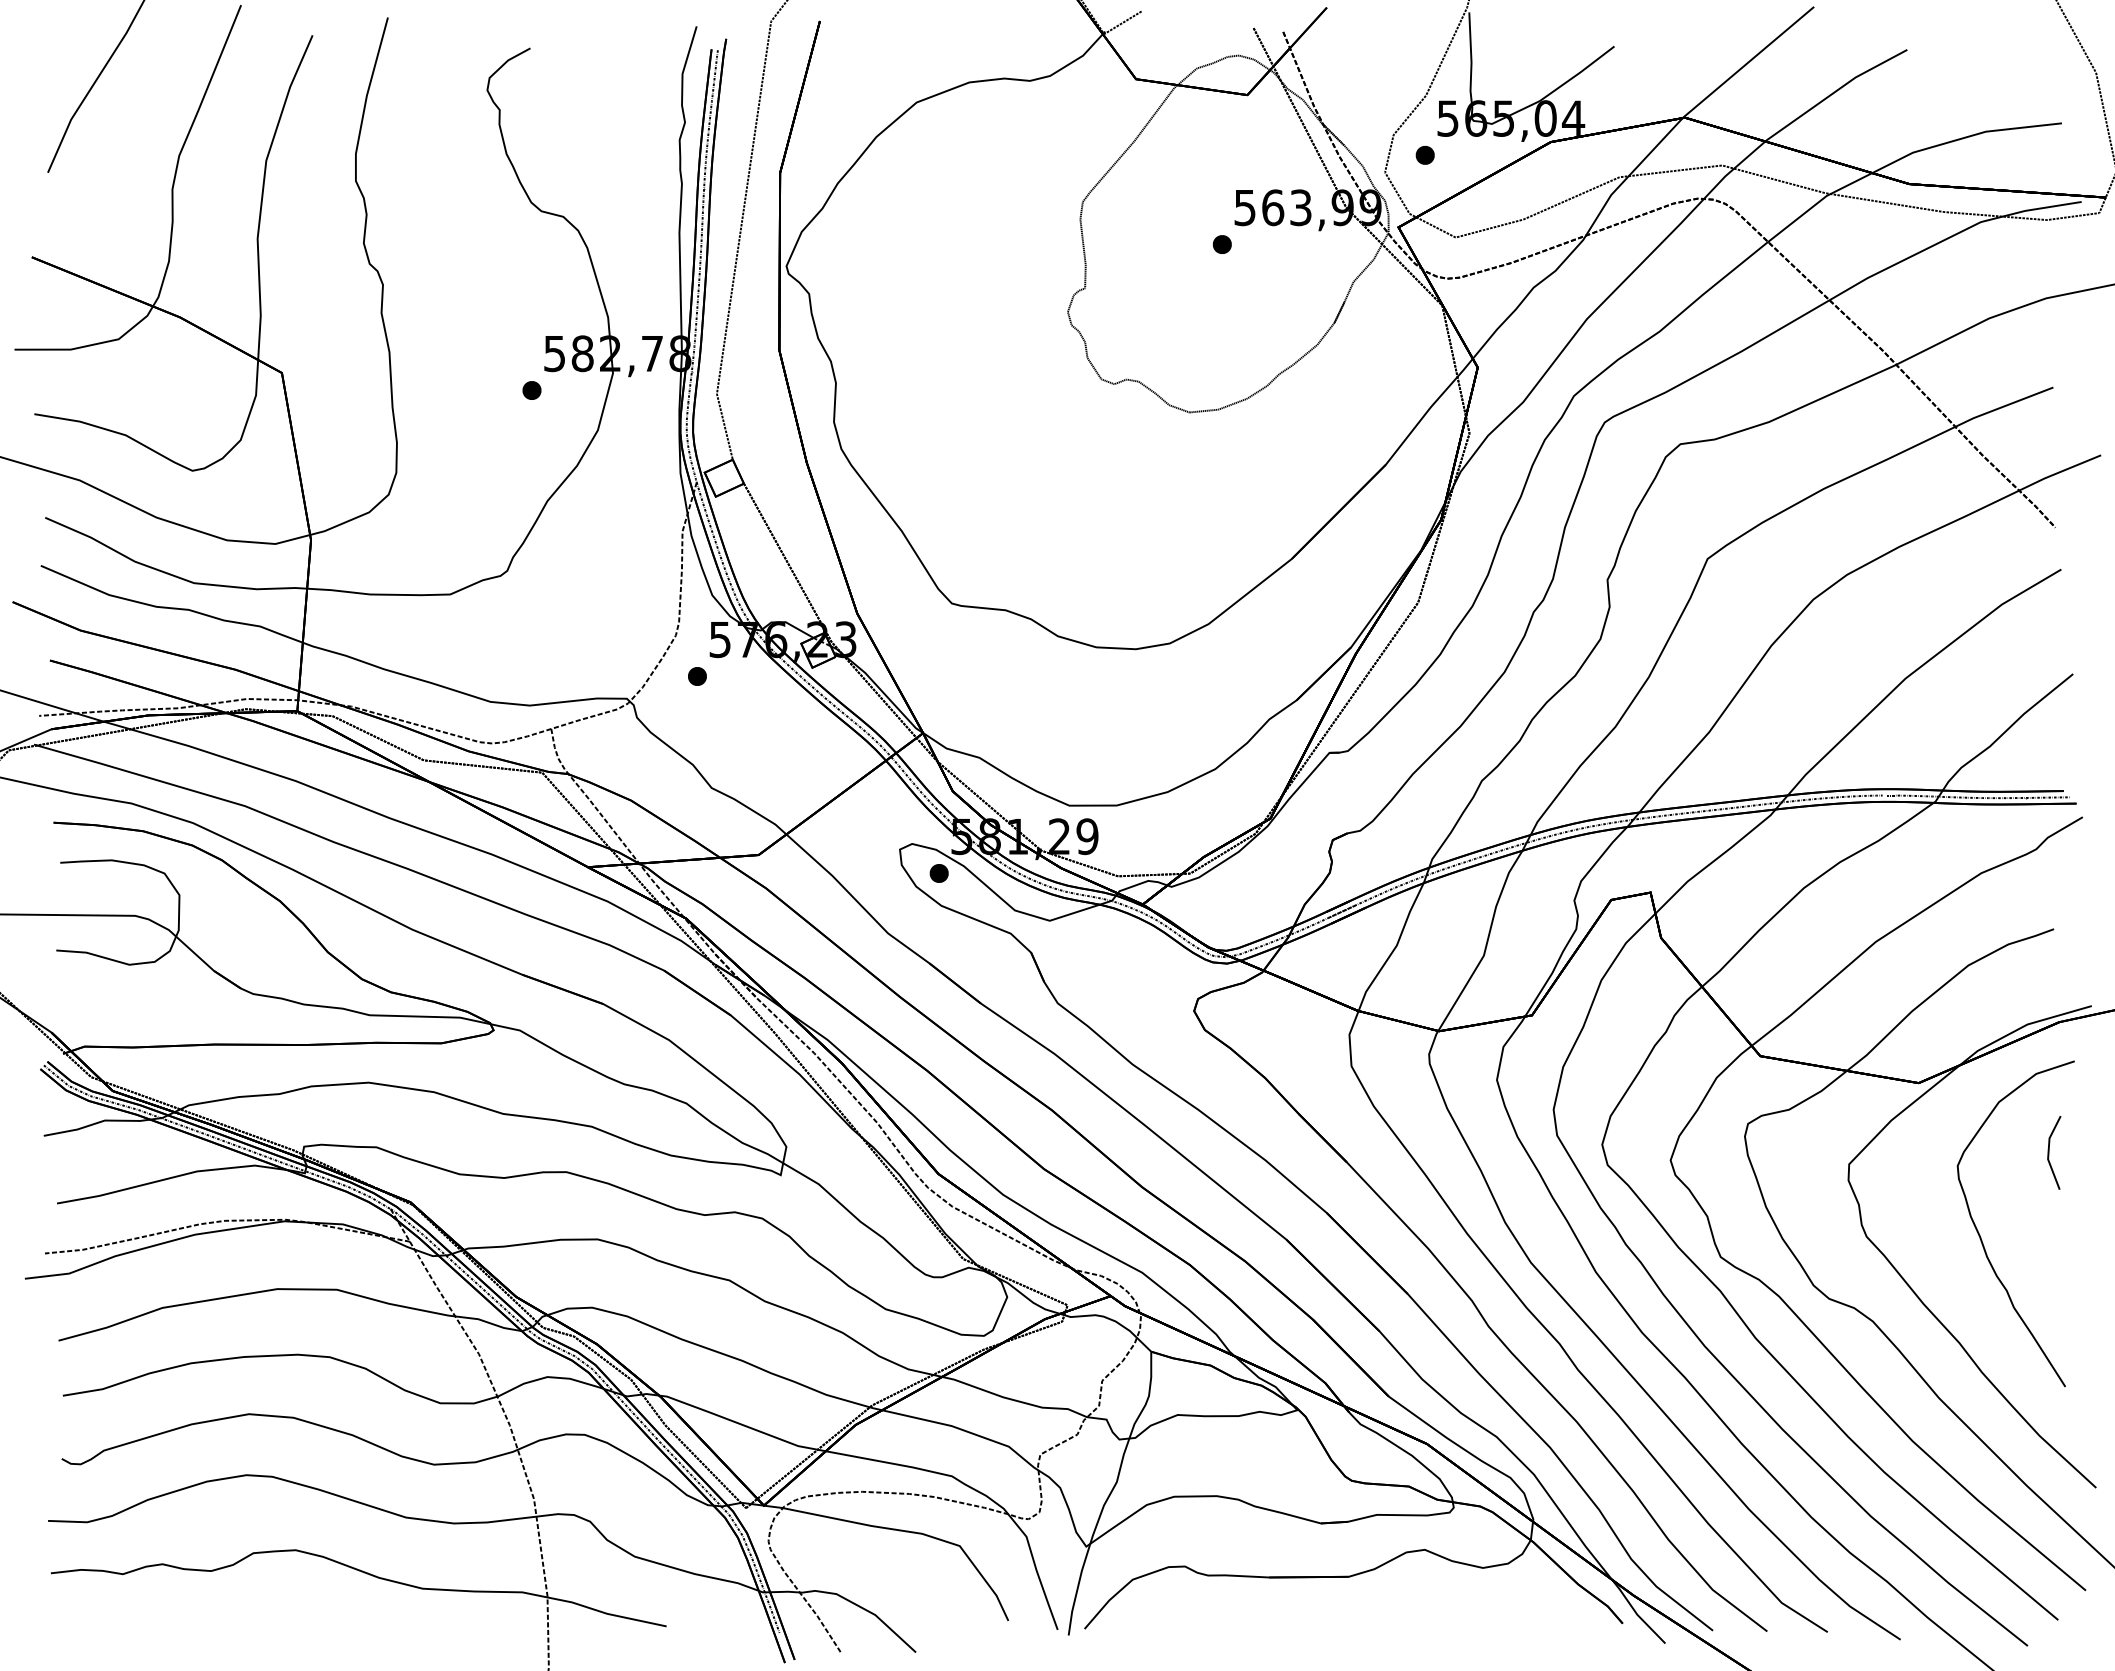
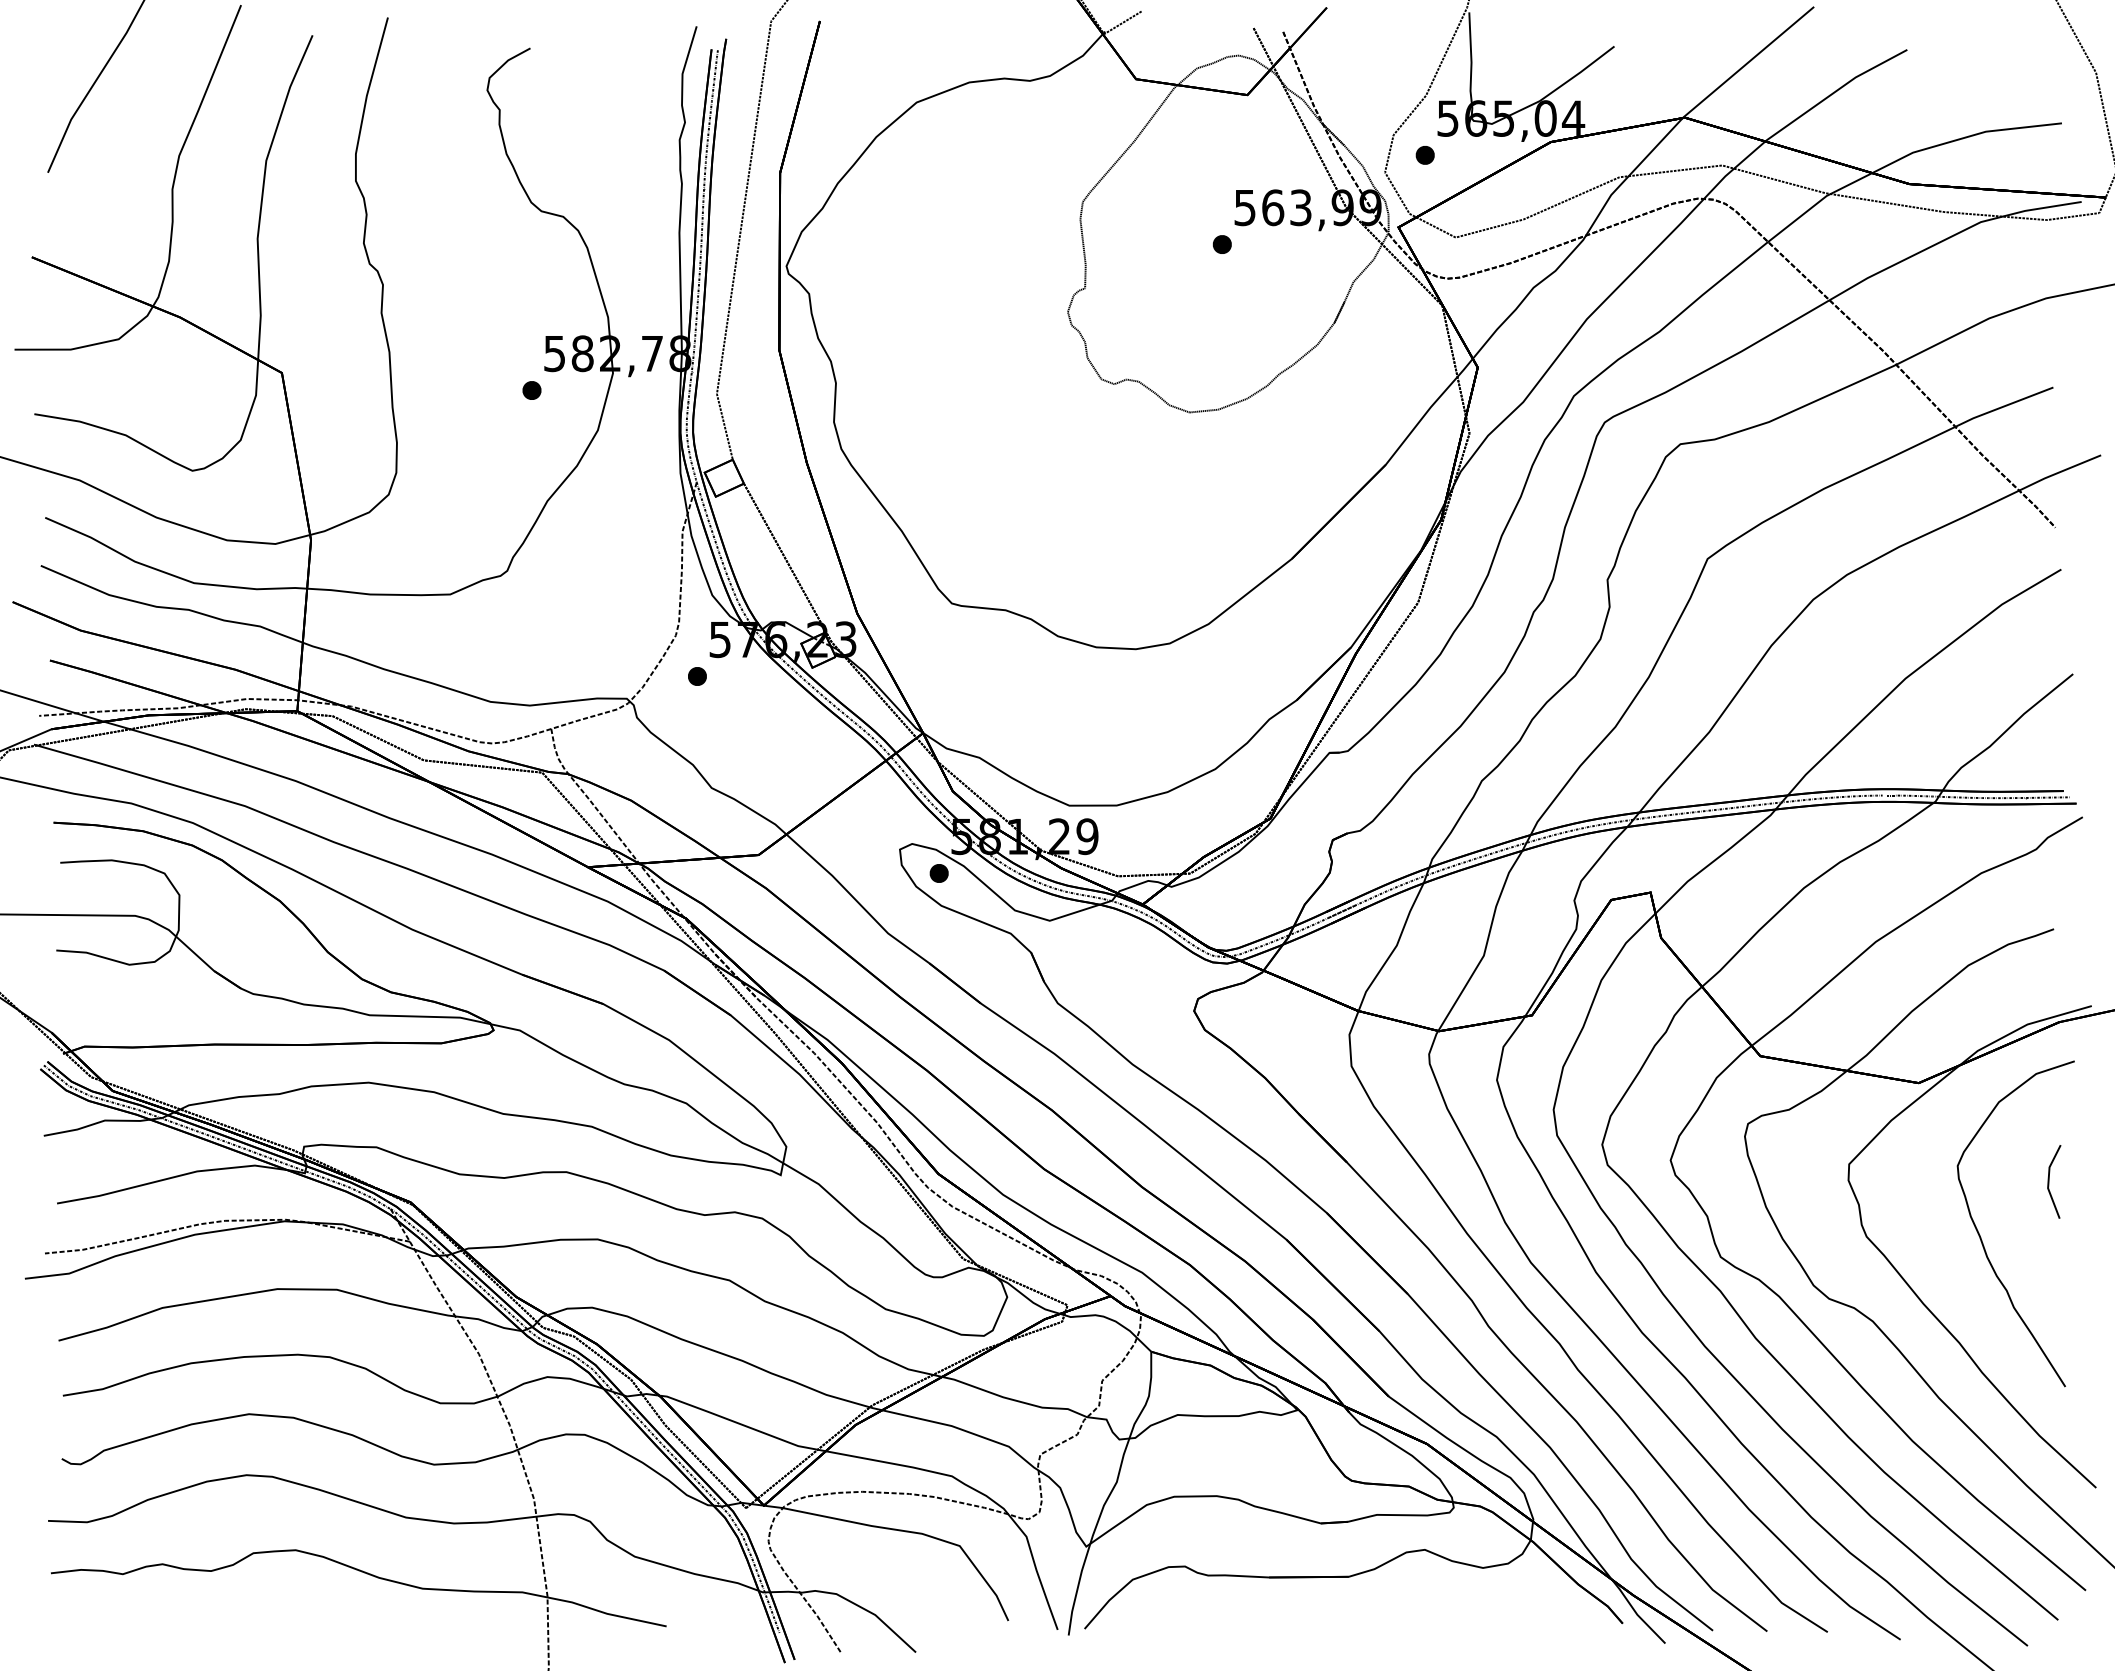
part at (2054, 1152) position: (2054, 1152) -> (2054, 1181)
